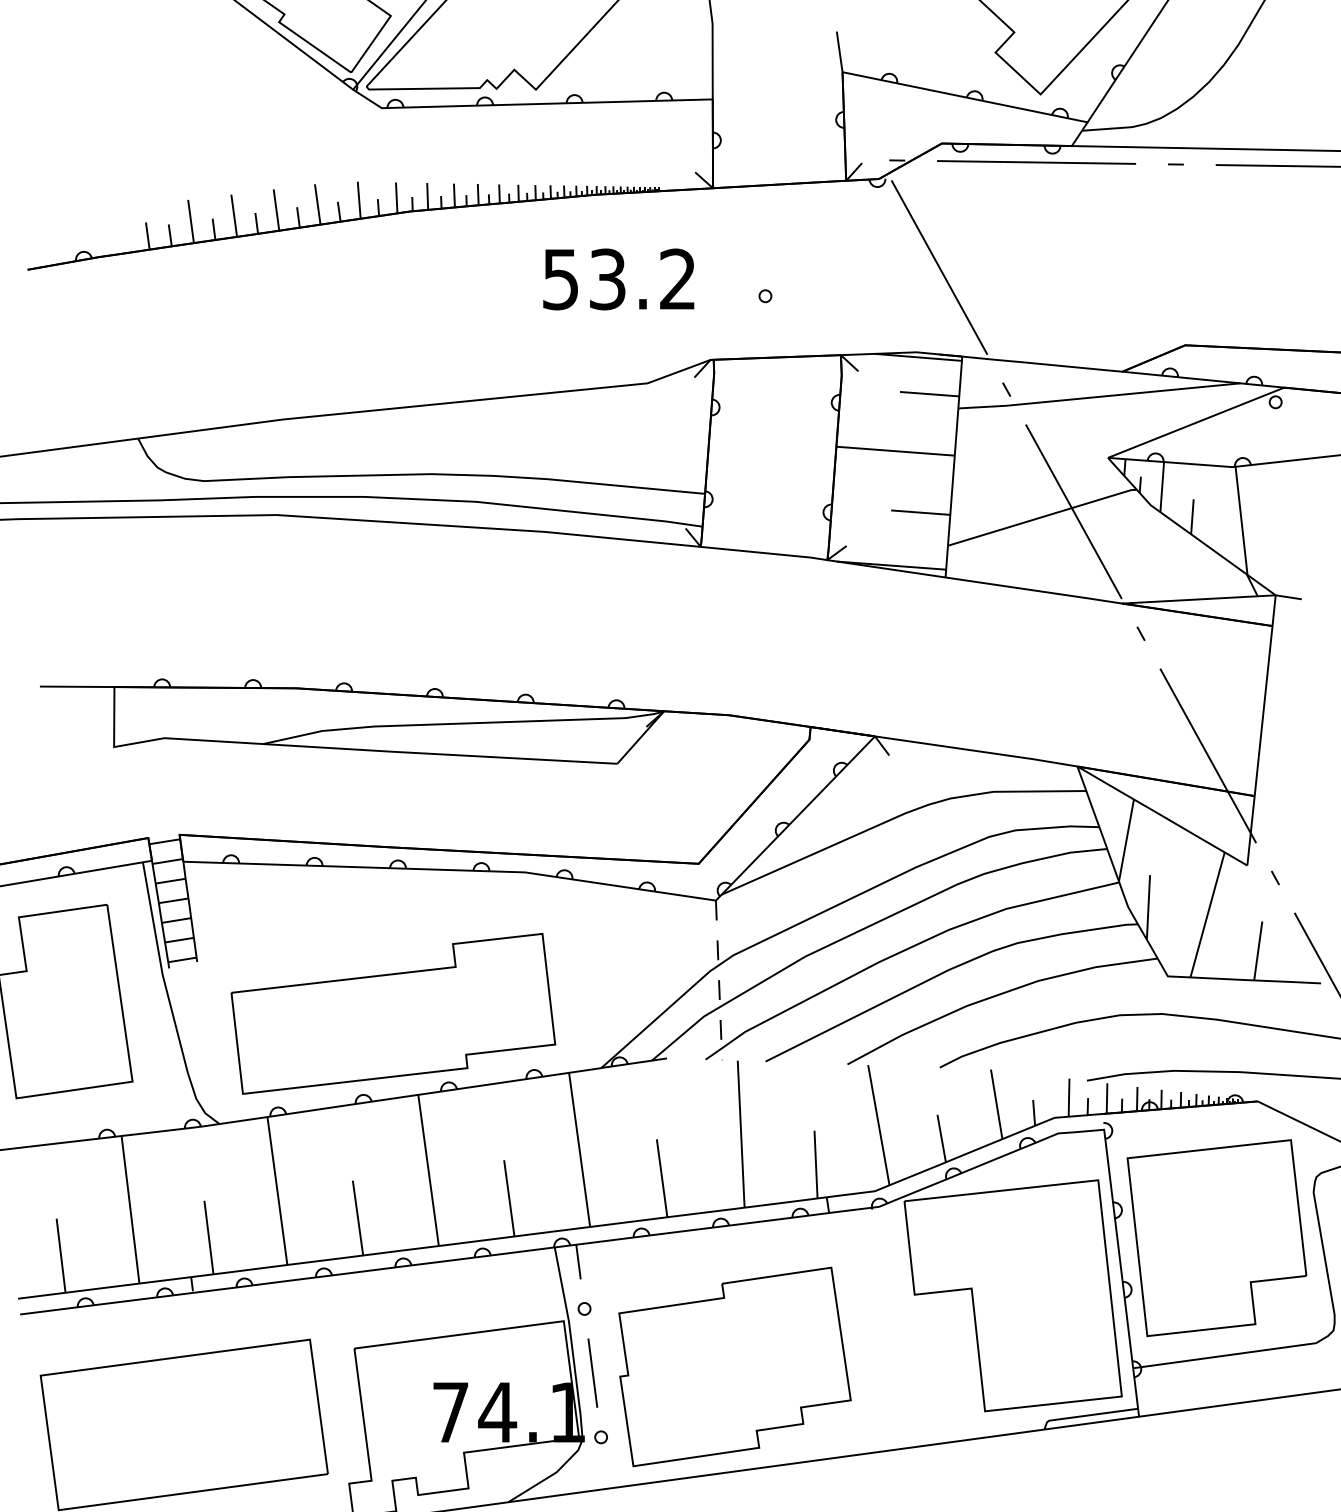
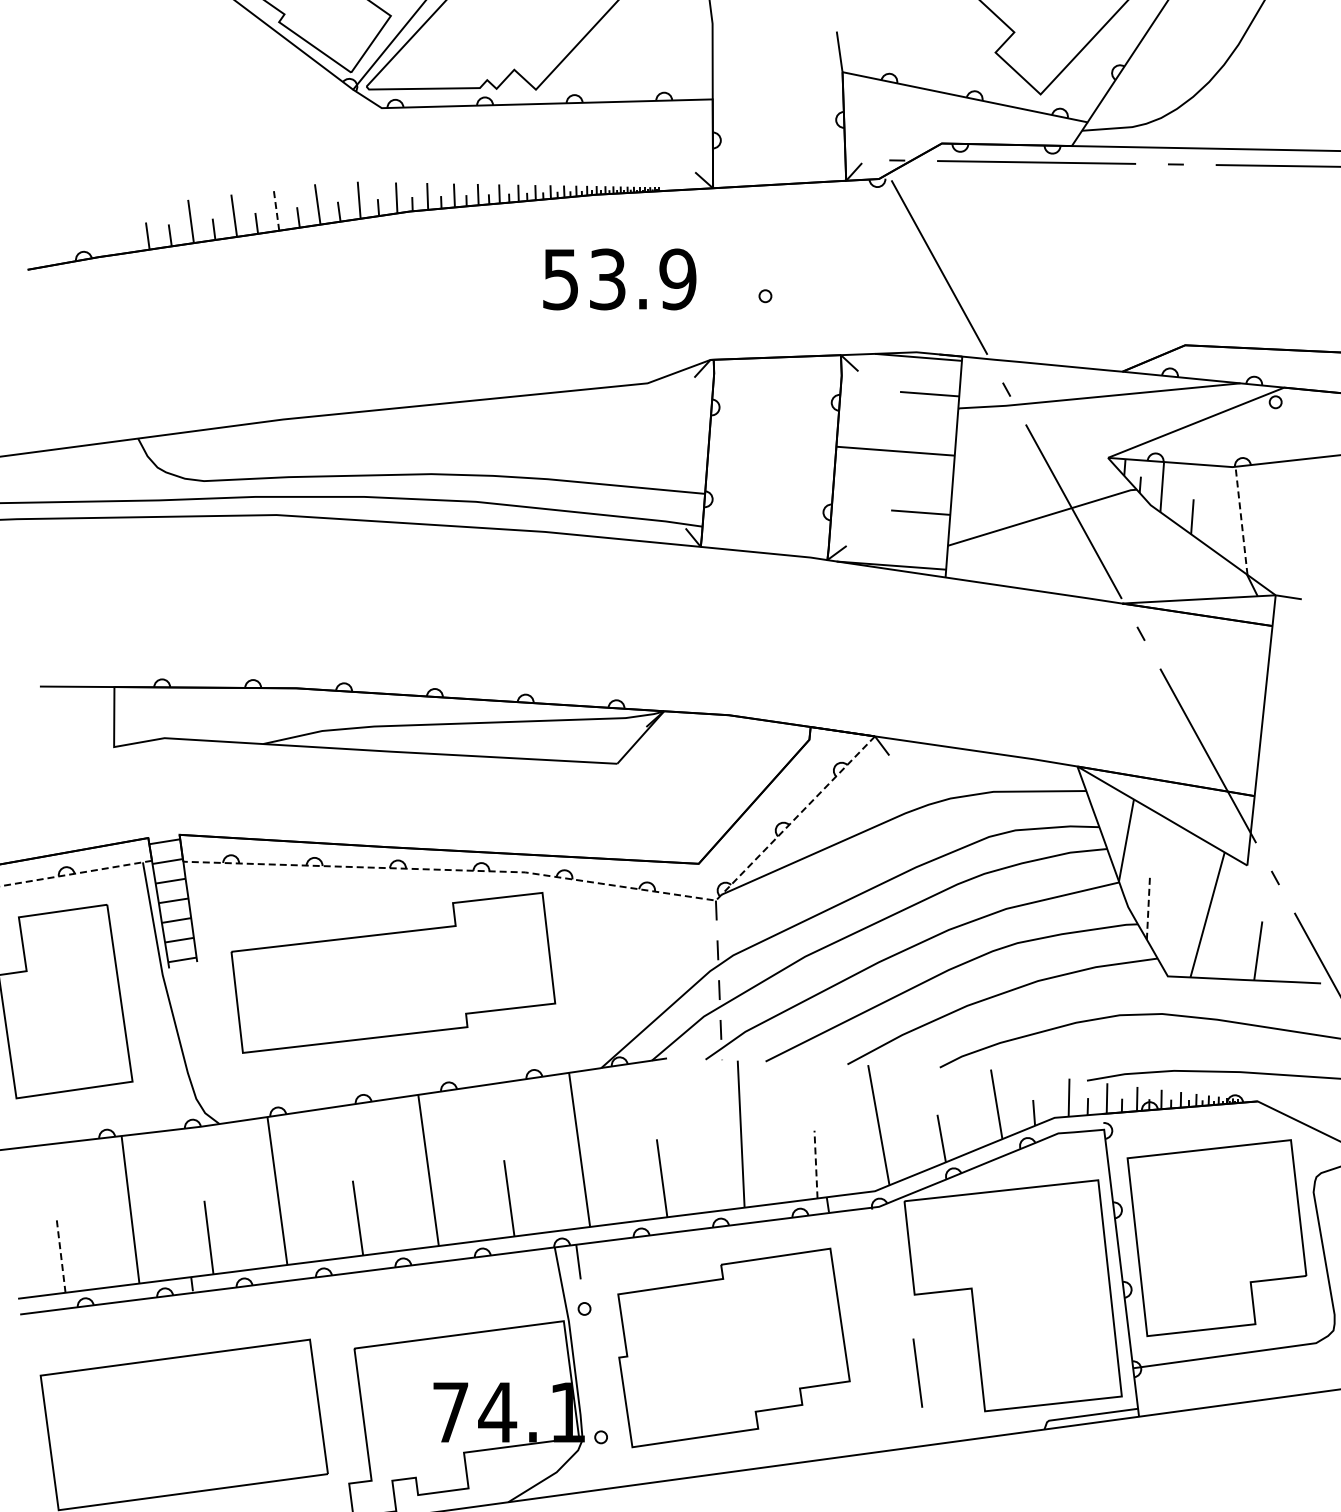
line at (276, 210): solid -> dashed
text at (677, 279): 53.2 -> 53.9
line at (1241, 520): solid -> dashed
line at (76, 873): solid -> dashed
line at (564, 878): solid -> dashed
line at (1148, 906): solid -> dashed
part at (393, 1013) position: (393, 1013) -> (393, 972)
line at (816, 1164): solid -> dashed
line at (61, 1255): solid -> dashed
part at (734, 1366) position: (734, 1366) -> (733, 1347)
line at (592, 1372) position: (592, 1372) -> (917, 1372)
